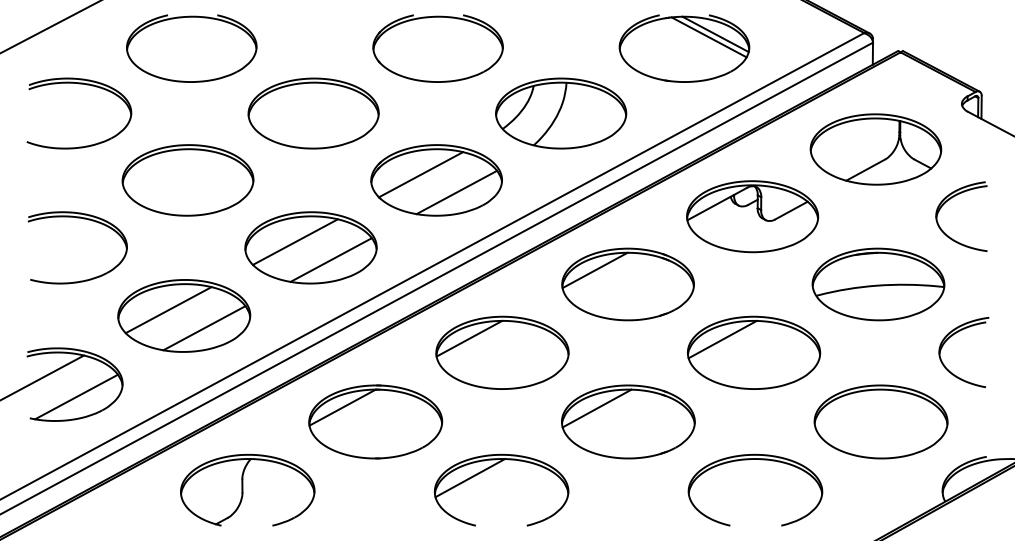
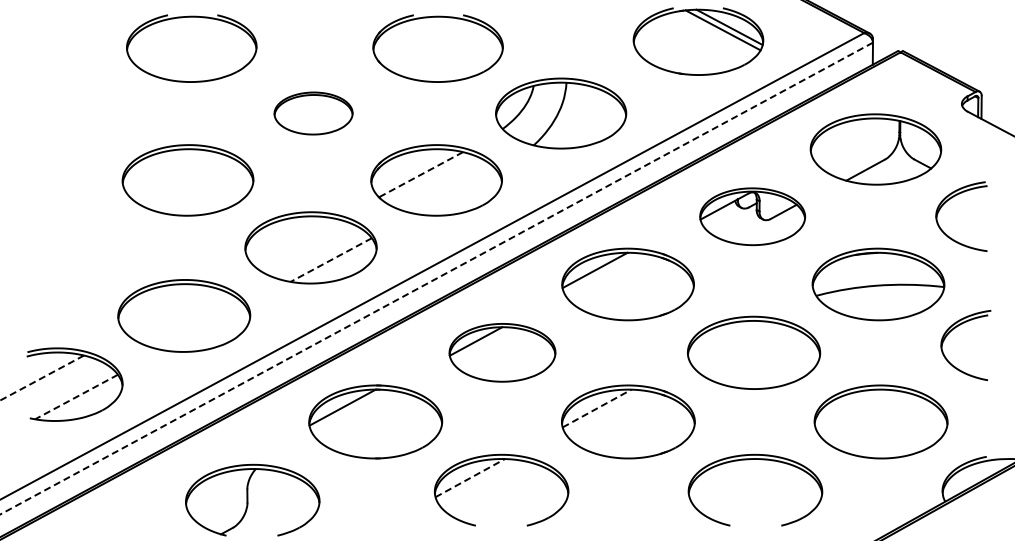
line at (50, 27): present -> none
part at (684, 48) position: (684, 48) -> (698, 41)
part at (86, 85): present -> none
part at (313, 113) size: 133x73 px -> 81x45 px
line at (421, 174): solid -> dashed
line at (456, 192): present -> none
part at (752, 216) size: 134x74 px -> 108x60 px
part at (83, 219): present -> none
line at (294, 241): present -> none
line at (330, 260): solid -> dashed
line at (436, 278): solid -> dashed
line at (168, 310): present -> none
line at (204, 328): present -> none
part at (952, 336) position: (952, 336) -> (954, 329)
line at (722, 339): present -> none
part at (502, 352) size: 135x75 px -> 109x60 px
line at (42, 378): solid -> dashed
line at (76, 397): solid -> dashed
line at (597, 408): solid -> dashed
line at (470, 478): solid -> dashed
part at (247, 490) position: (247, 490) -> (252, 500)
